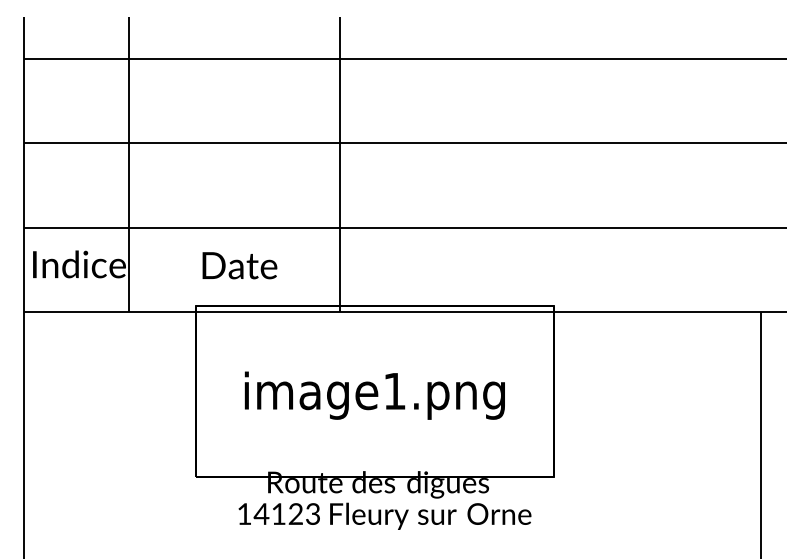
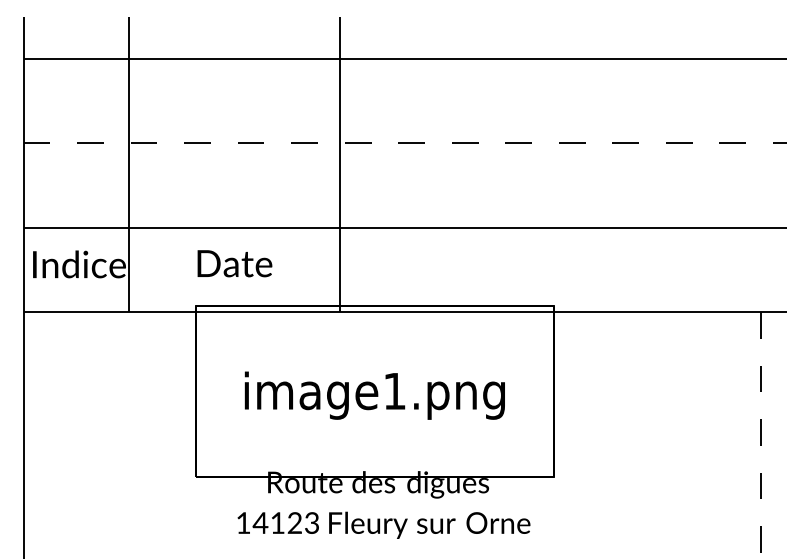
line at (405, 143): solid -> dashed
text at (239, 265) position: (239, 265) -> (234, 263)
line at (761, 435): solid -> dashed
text at (384, 515) position: (384, 515) -> (383, 524)
